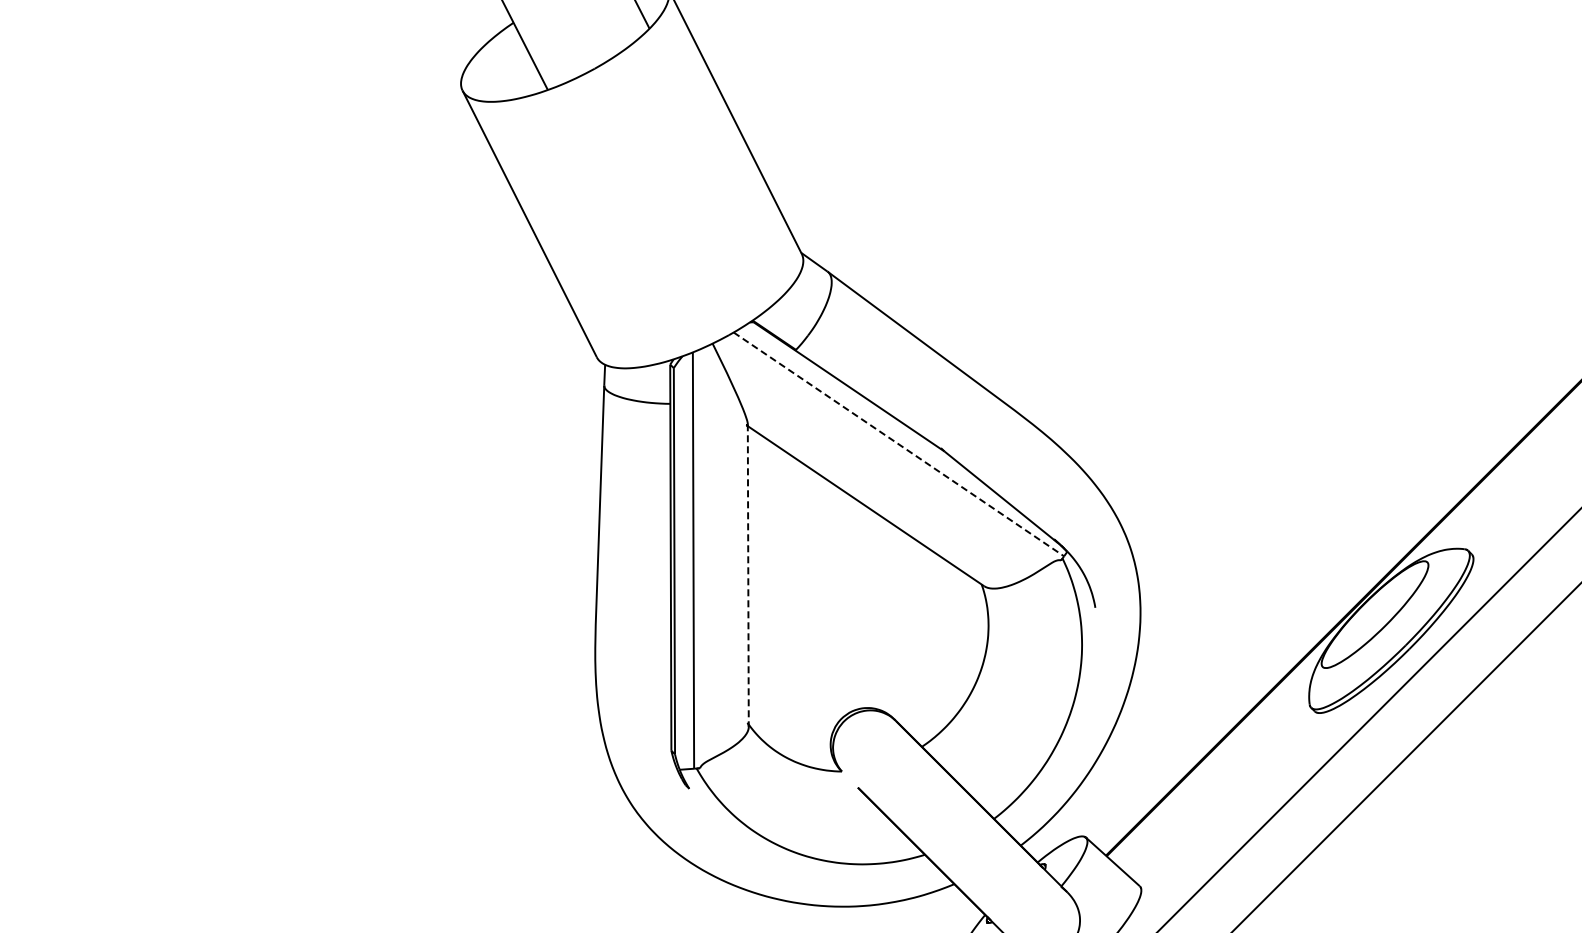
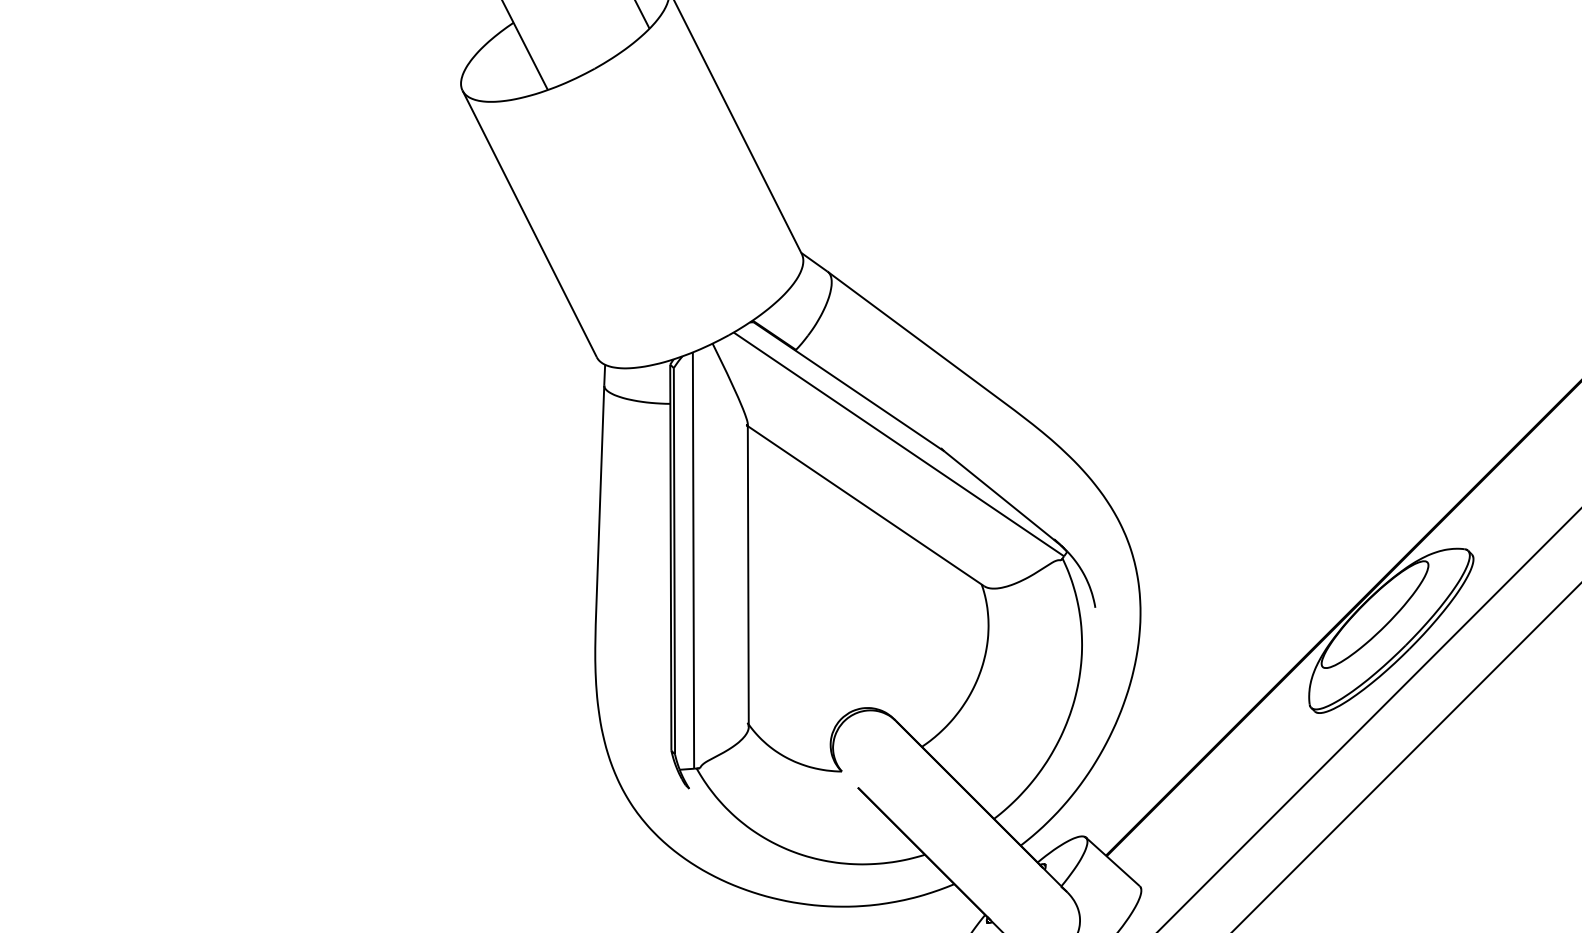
line at (898, 444): dashed -> solid
line at (748, 576): dashed -> solid
